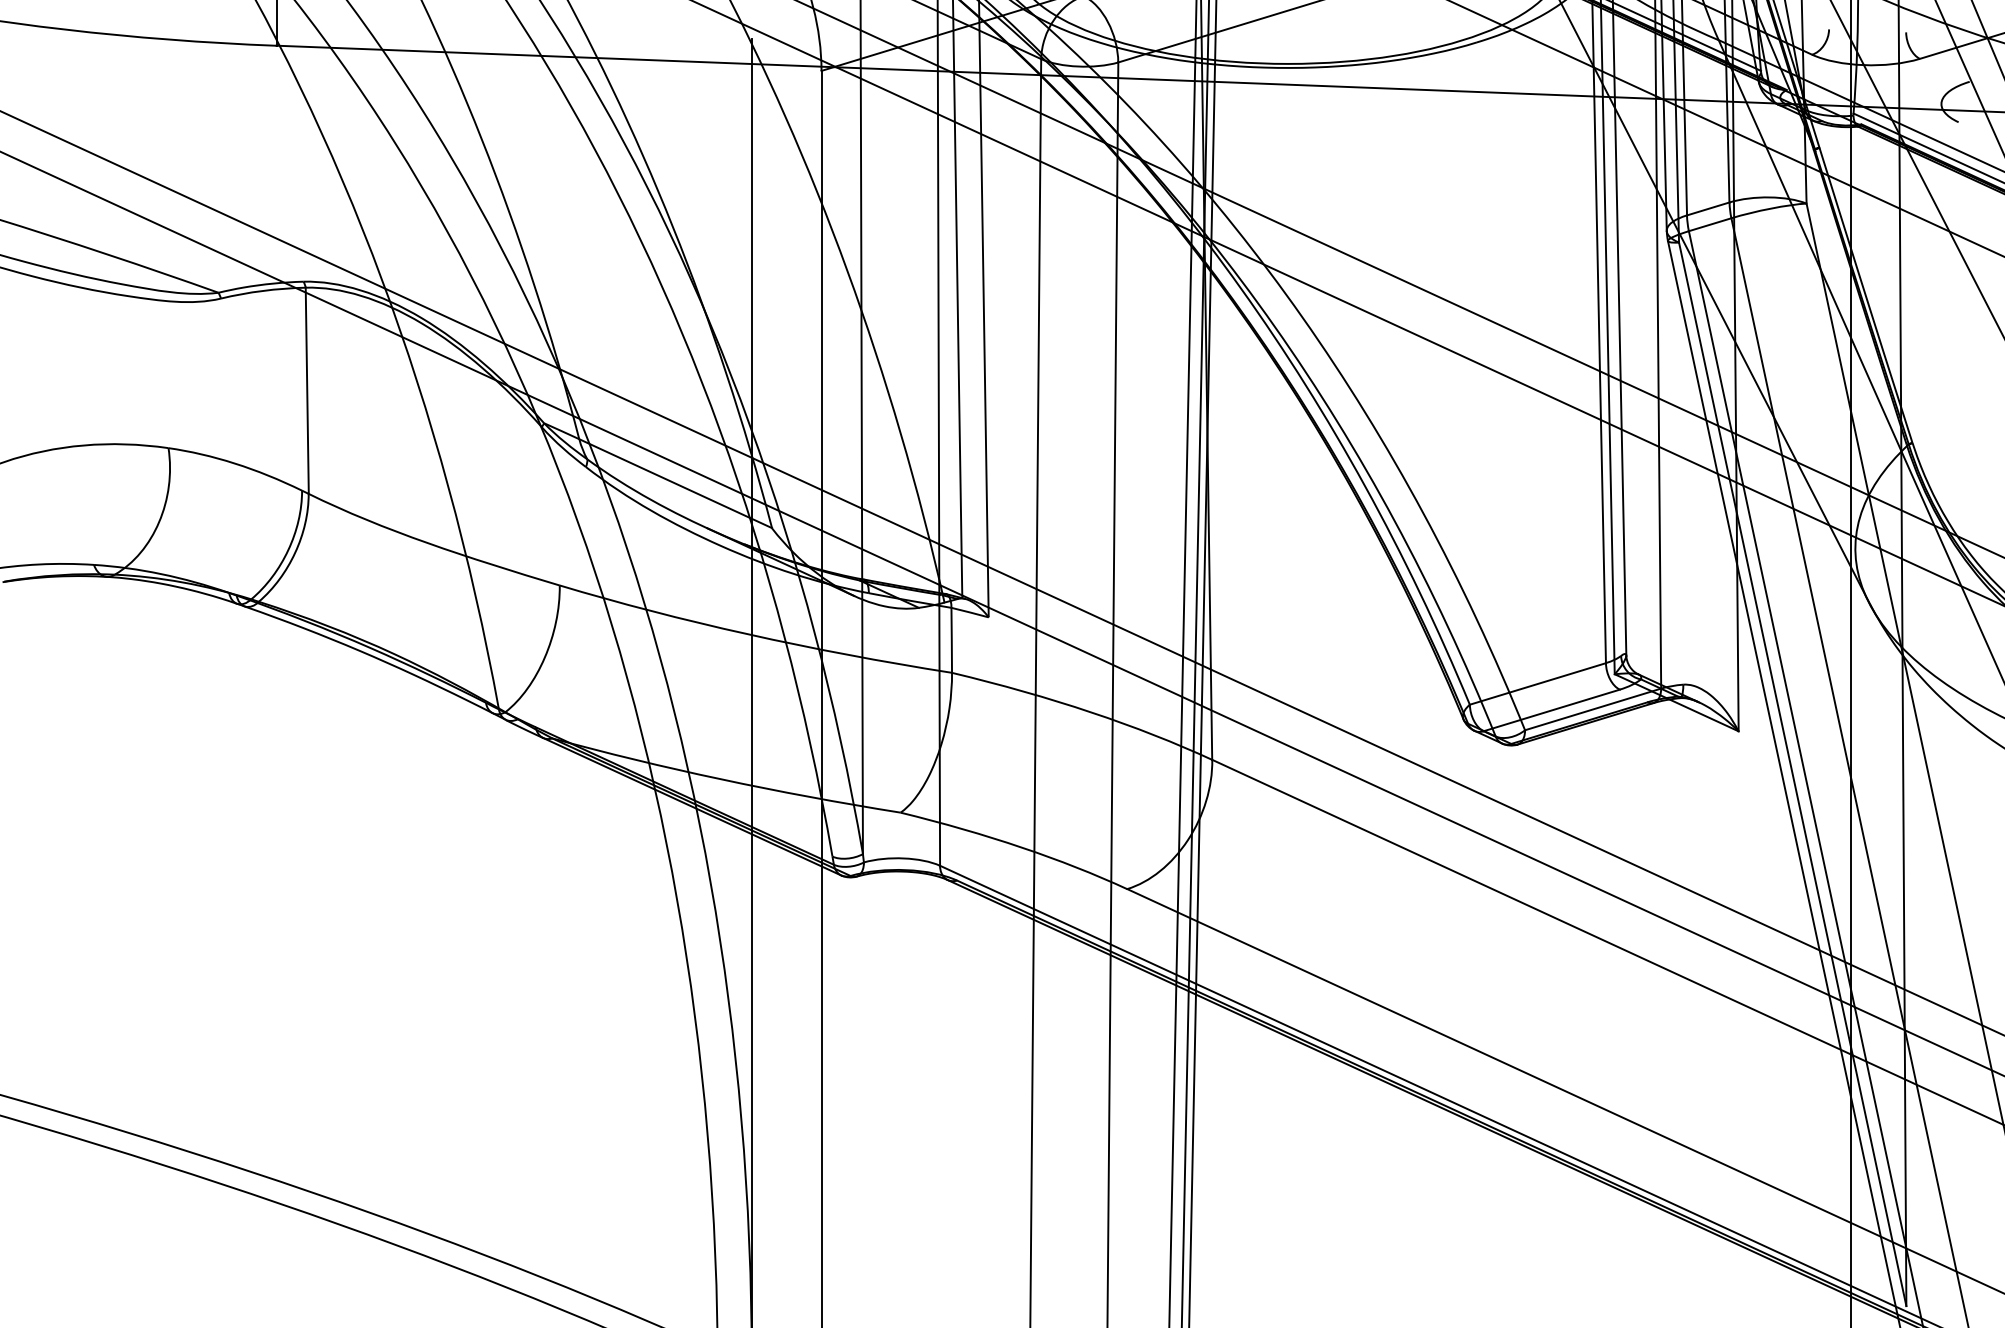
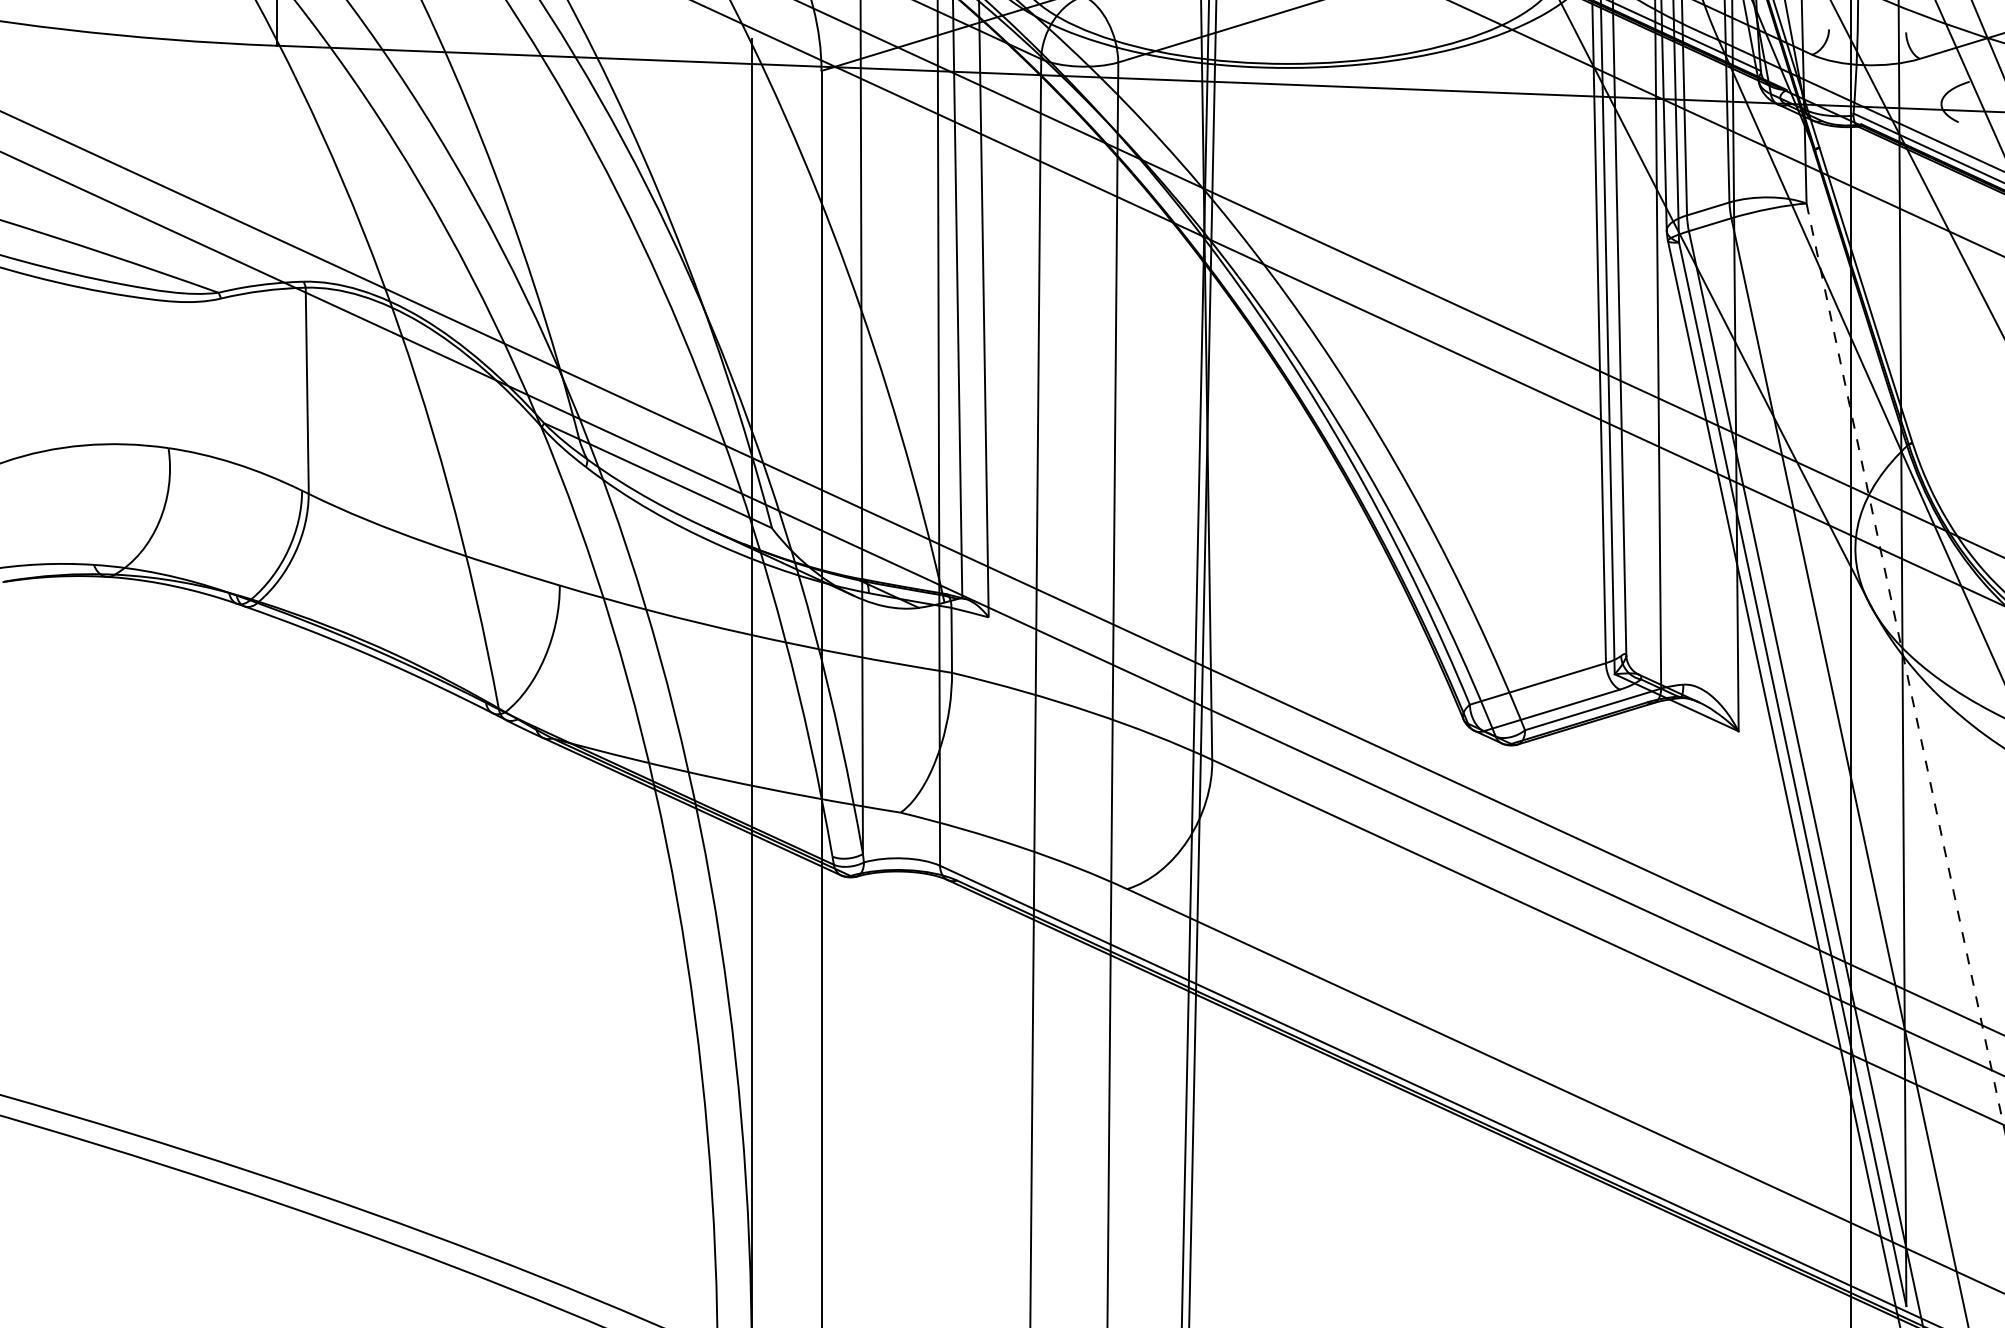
line at (1182, 663): present -> none
line at (1905, 667): solid -> dashed
